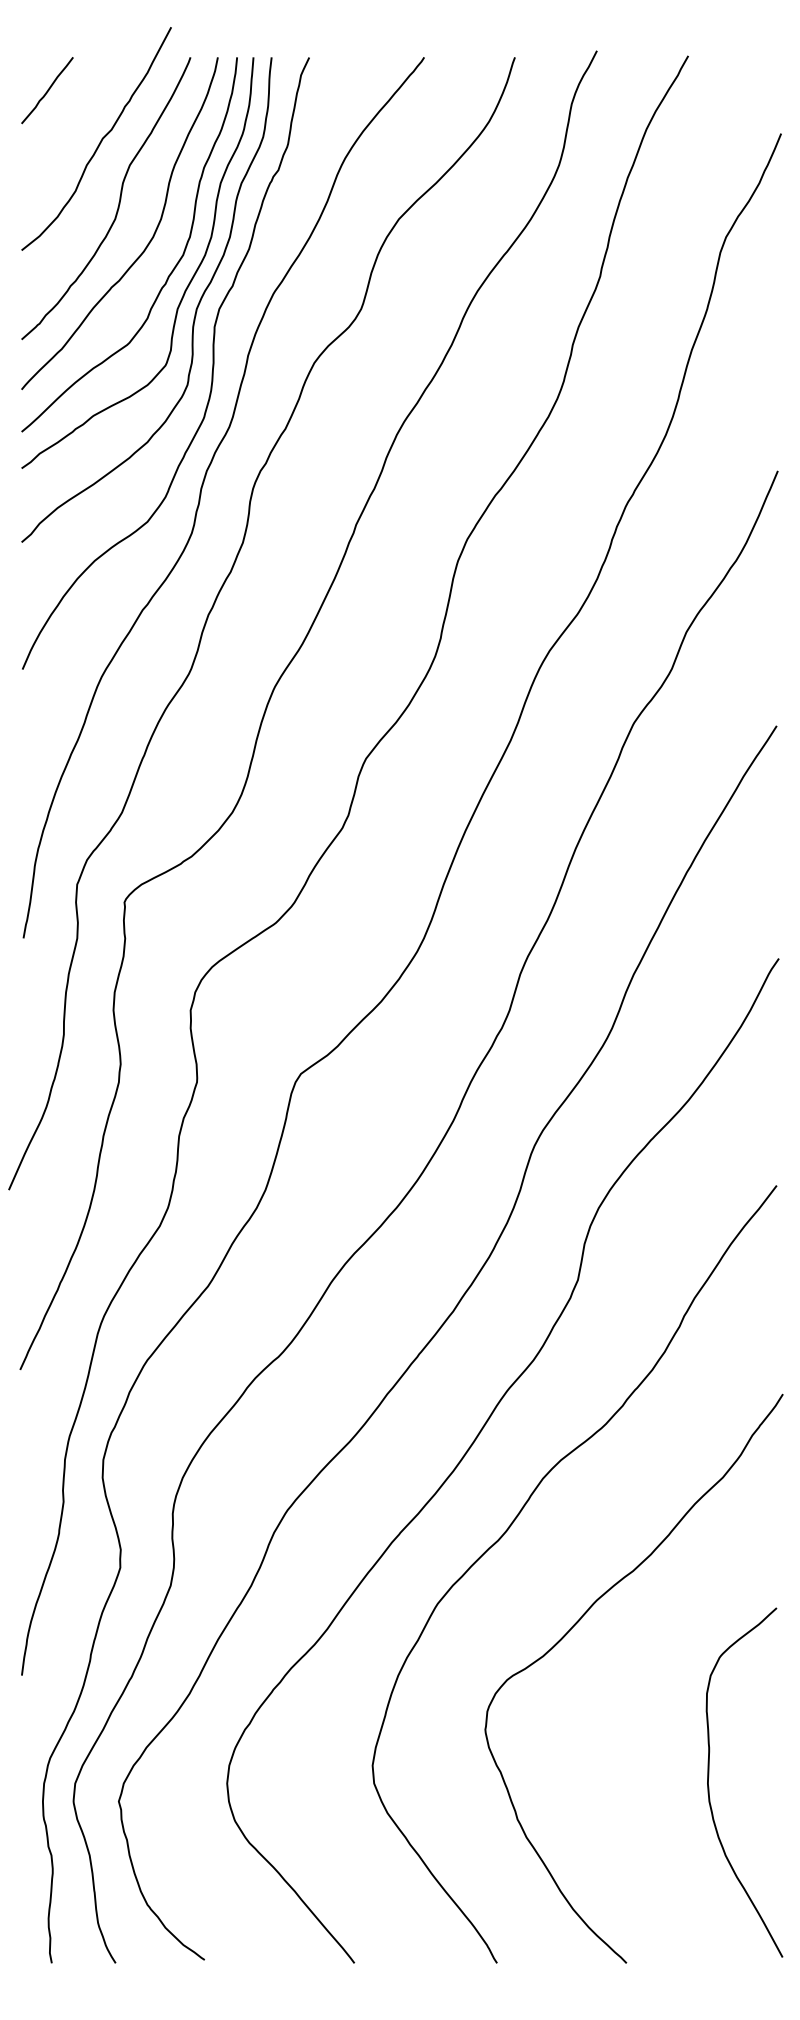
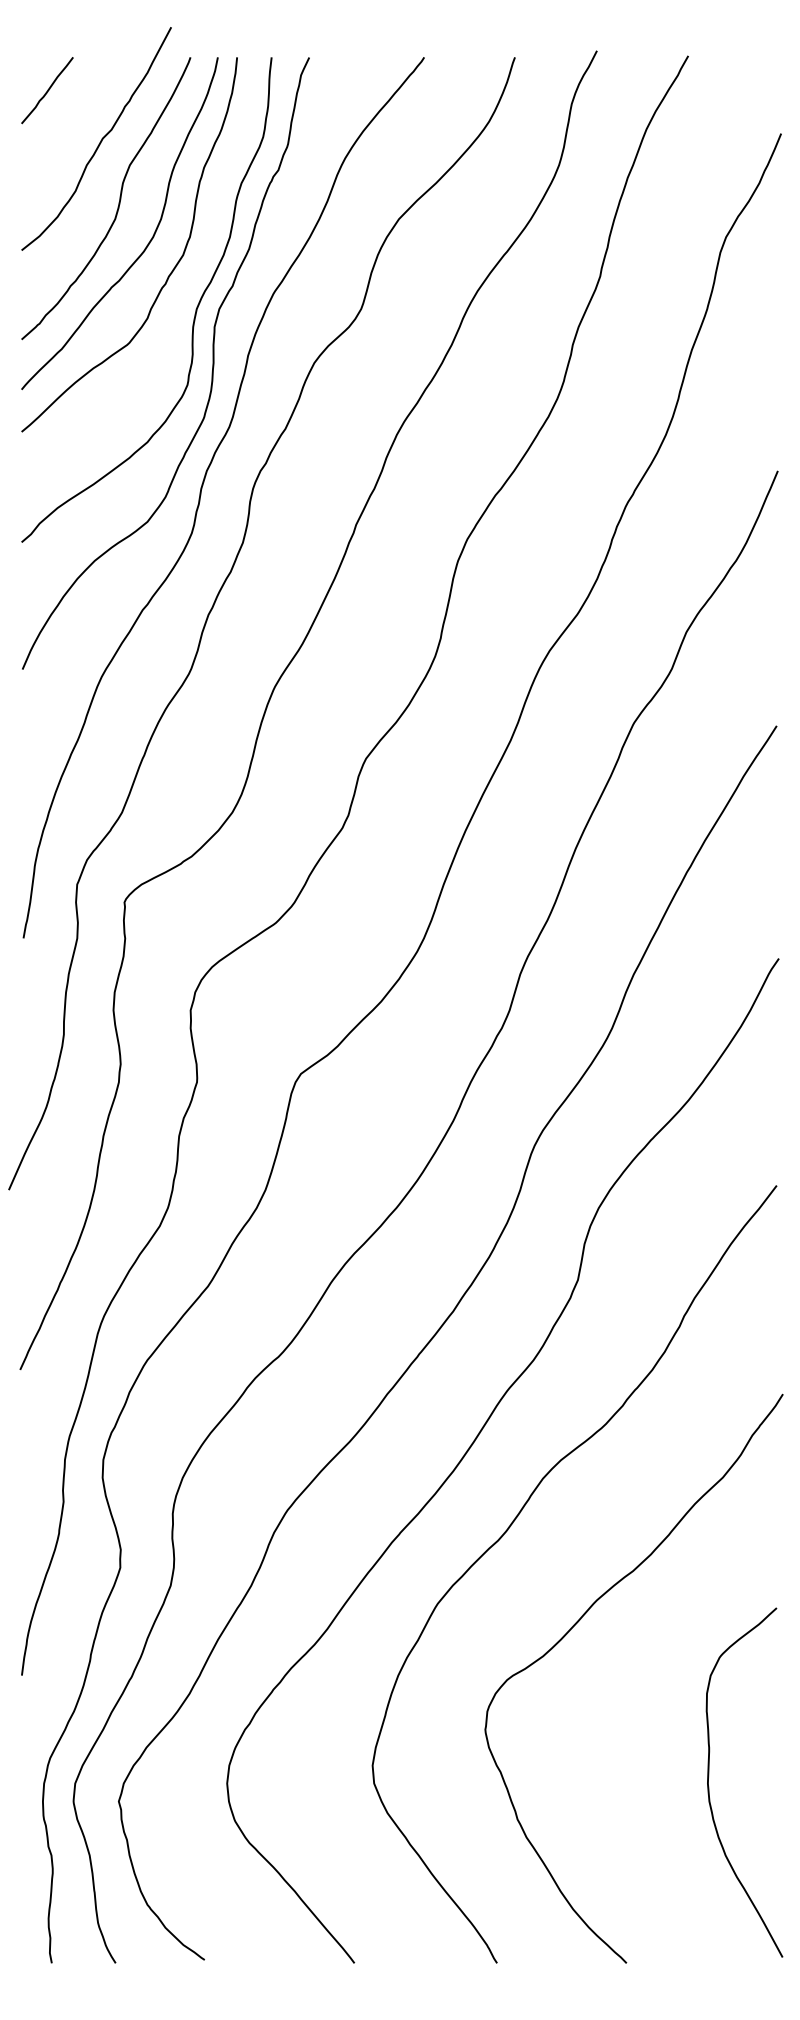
curve at (185, 288): present -> none
